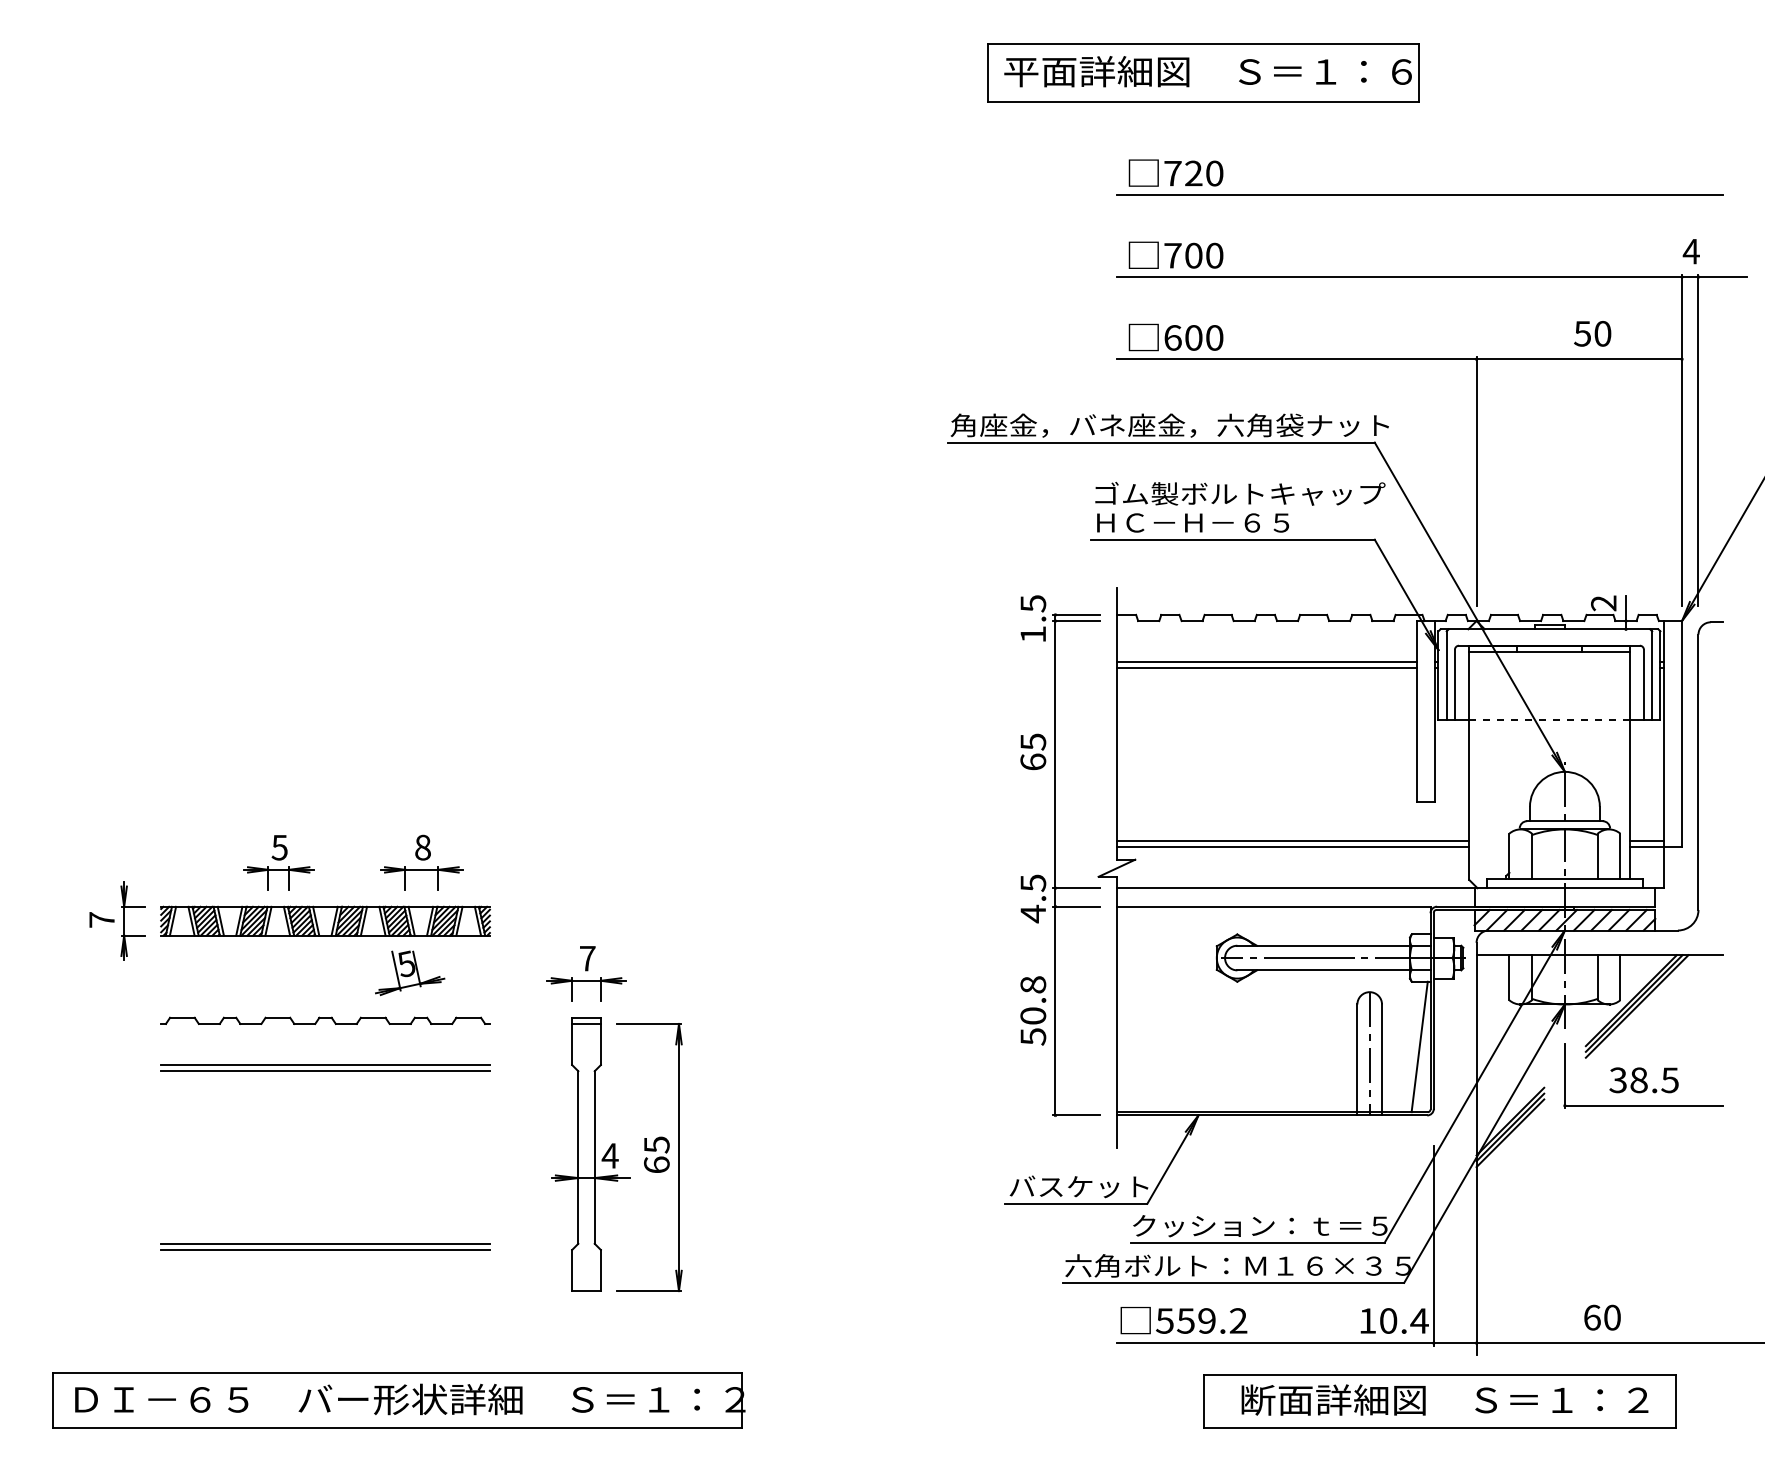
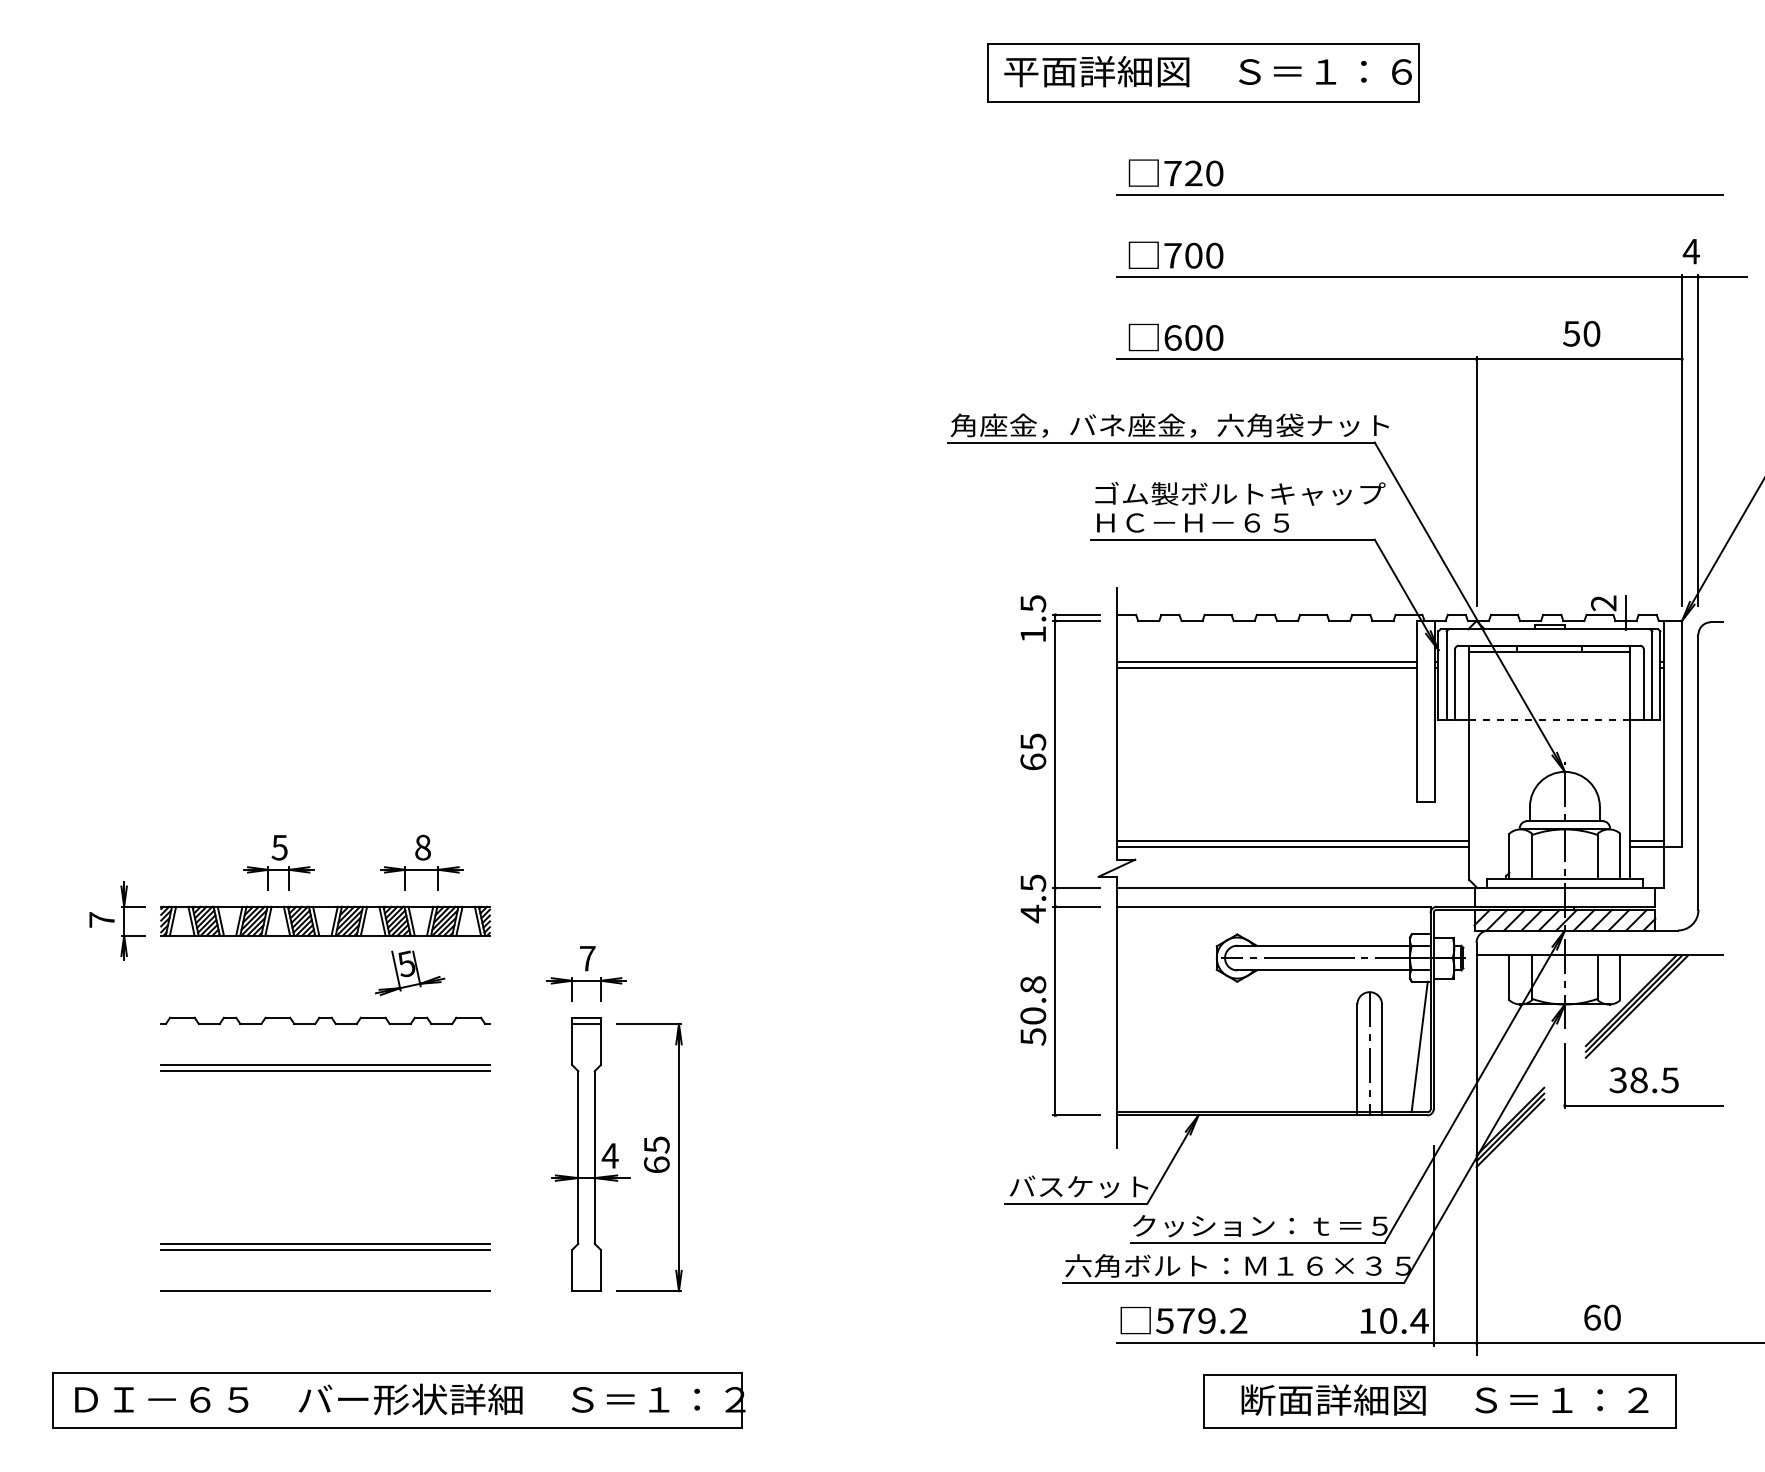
text at (1592, 333) position: (1592, 333) -> (1581, 333)
line at (325, 1291): none -> present
text at (1185, 1320): 559.2 -> 579.2
